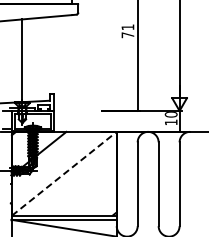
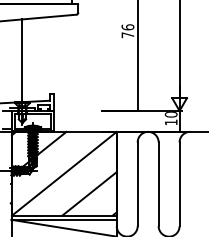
text at (127, 27): 71 -> 76
line at (64, 173): dashed -> solid
line at (89, 193): none -> present
